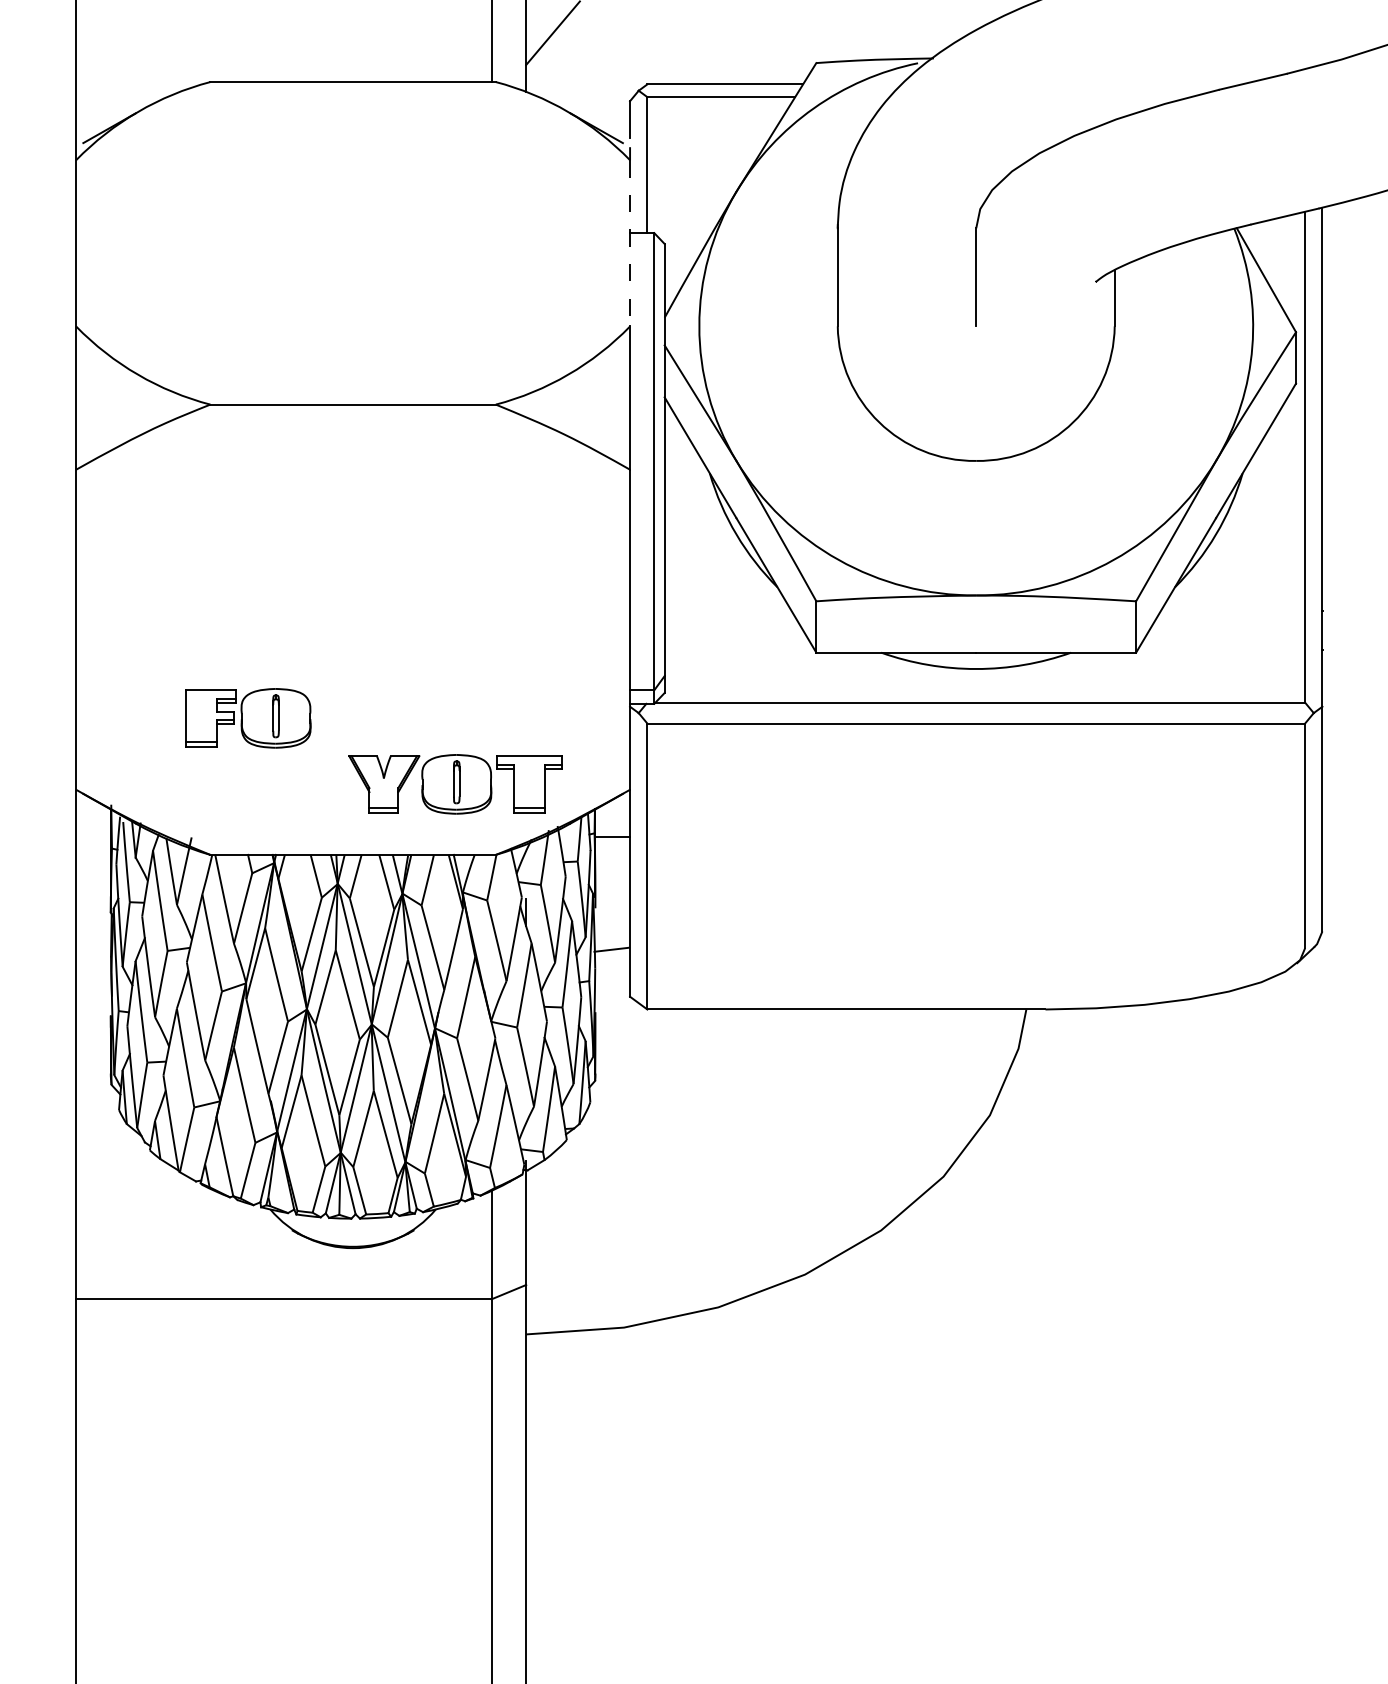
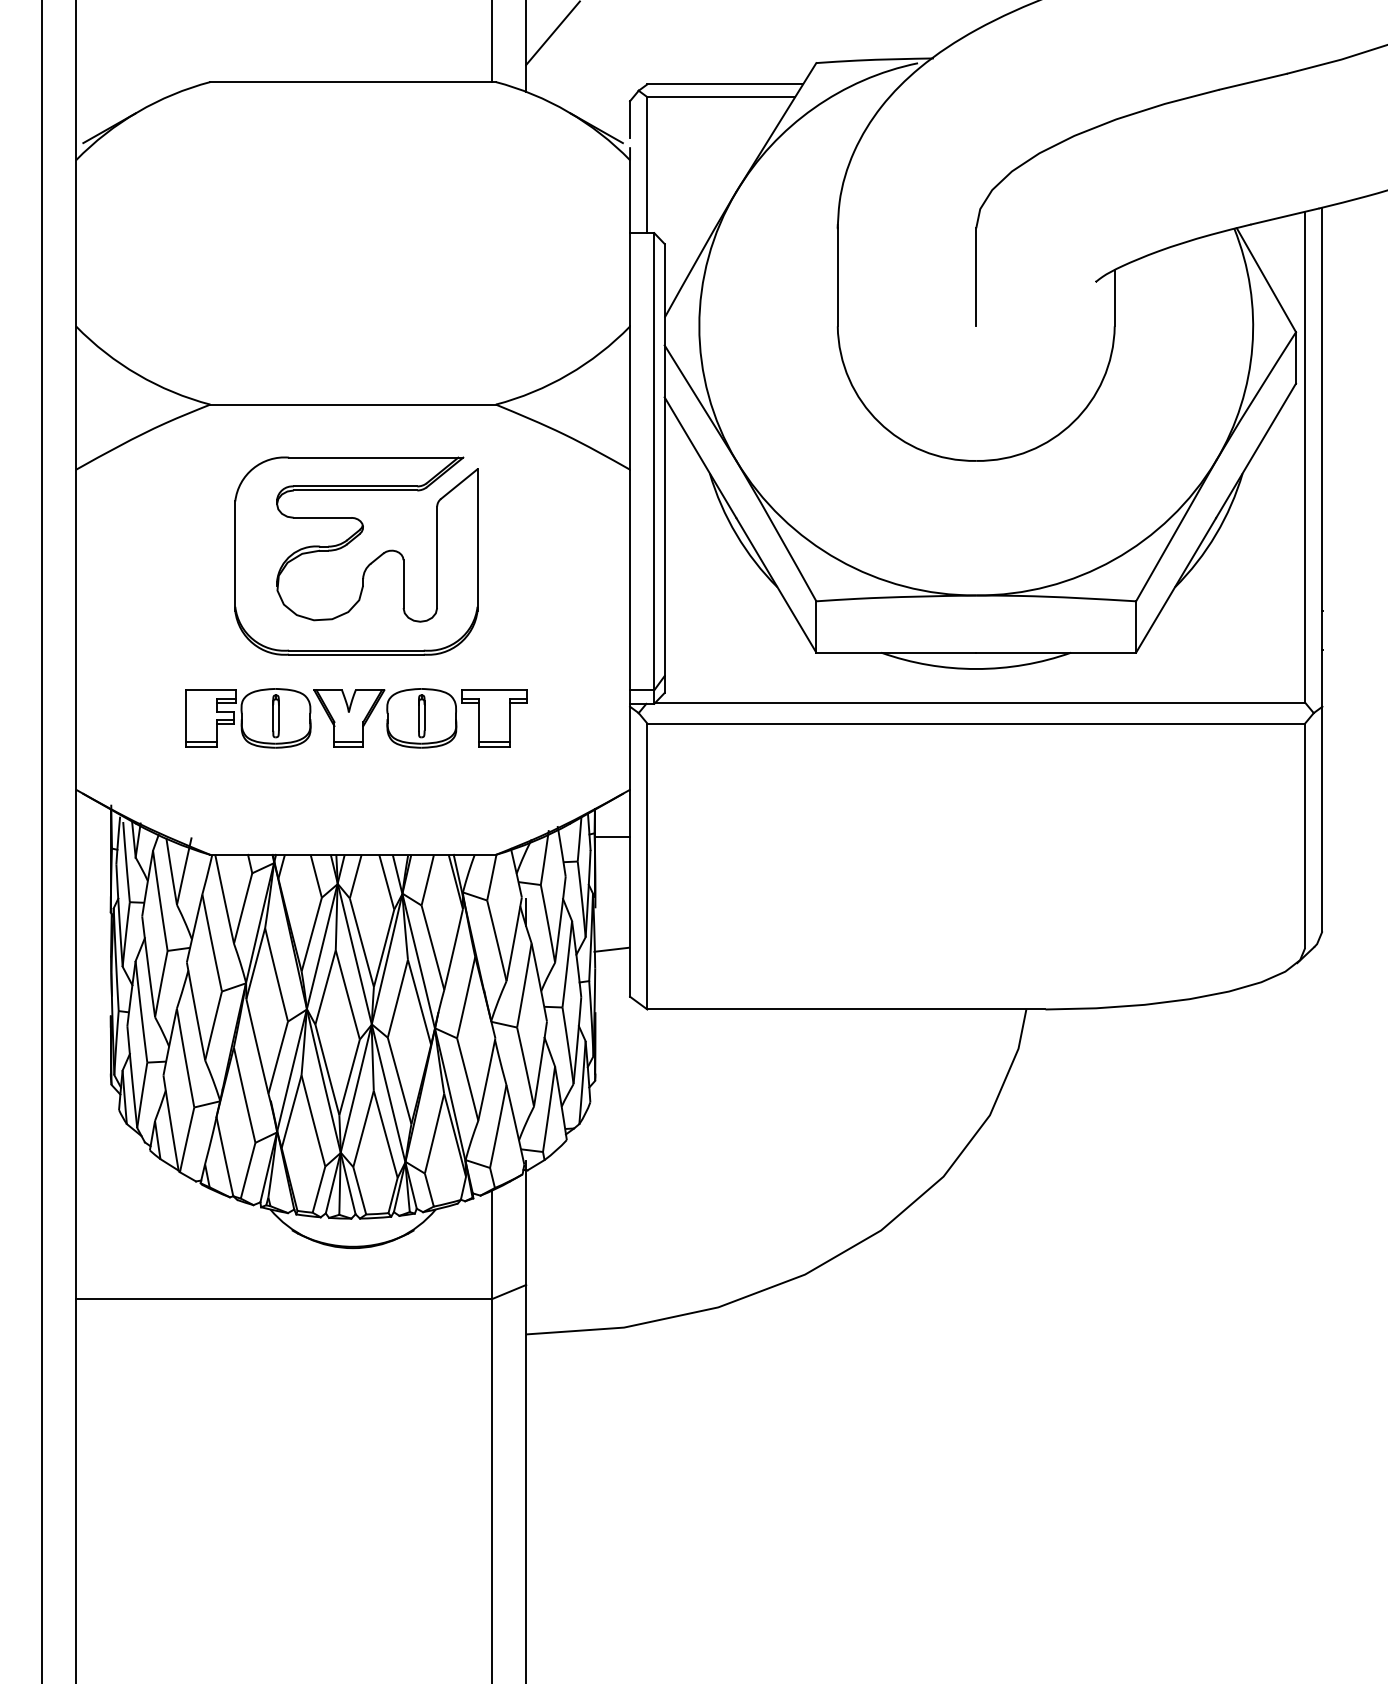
line at (630, 243): dashed -> solid
part at (347, 545): none -> present
part at (455, 784) position: (455, 784) -> (420, 718)
line at (41, 841): none -> present
